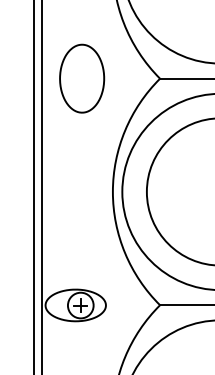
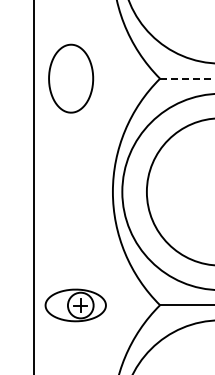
part at (82, 78) position: (82, 78) -> (71, 78)
line at (187, 78): solid -> dashed
line at (41, 186): present -> none
